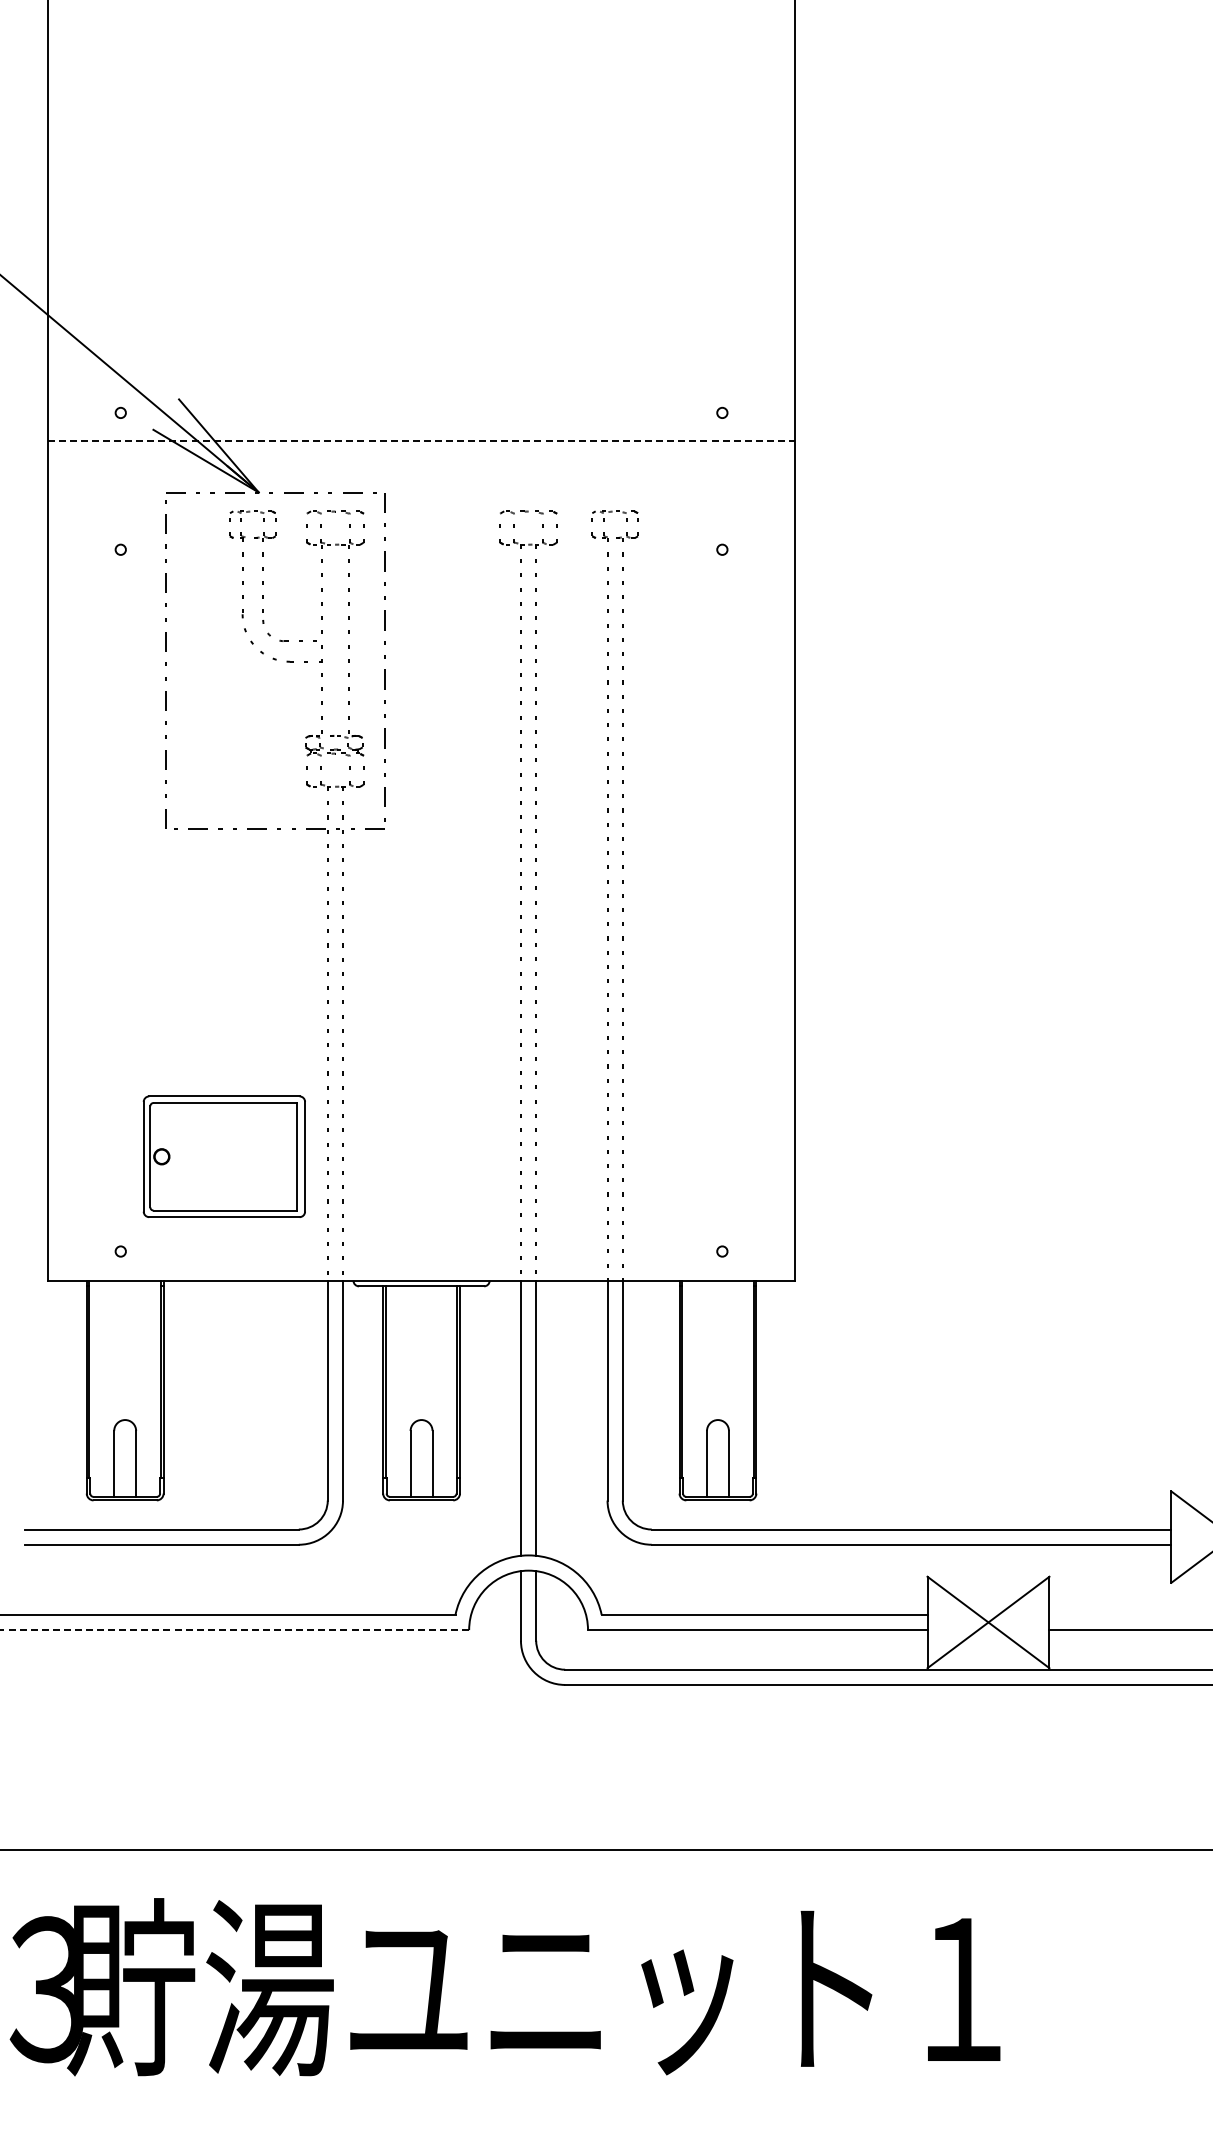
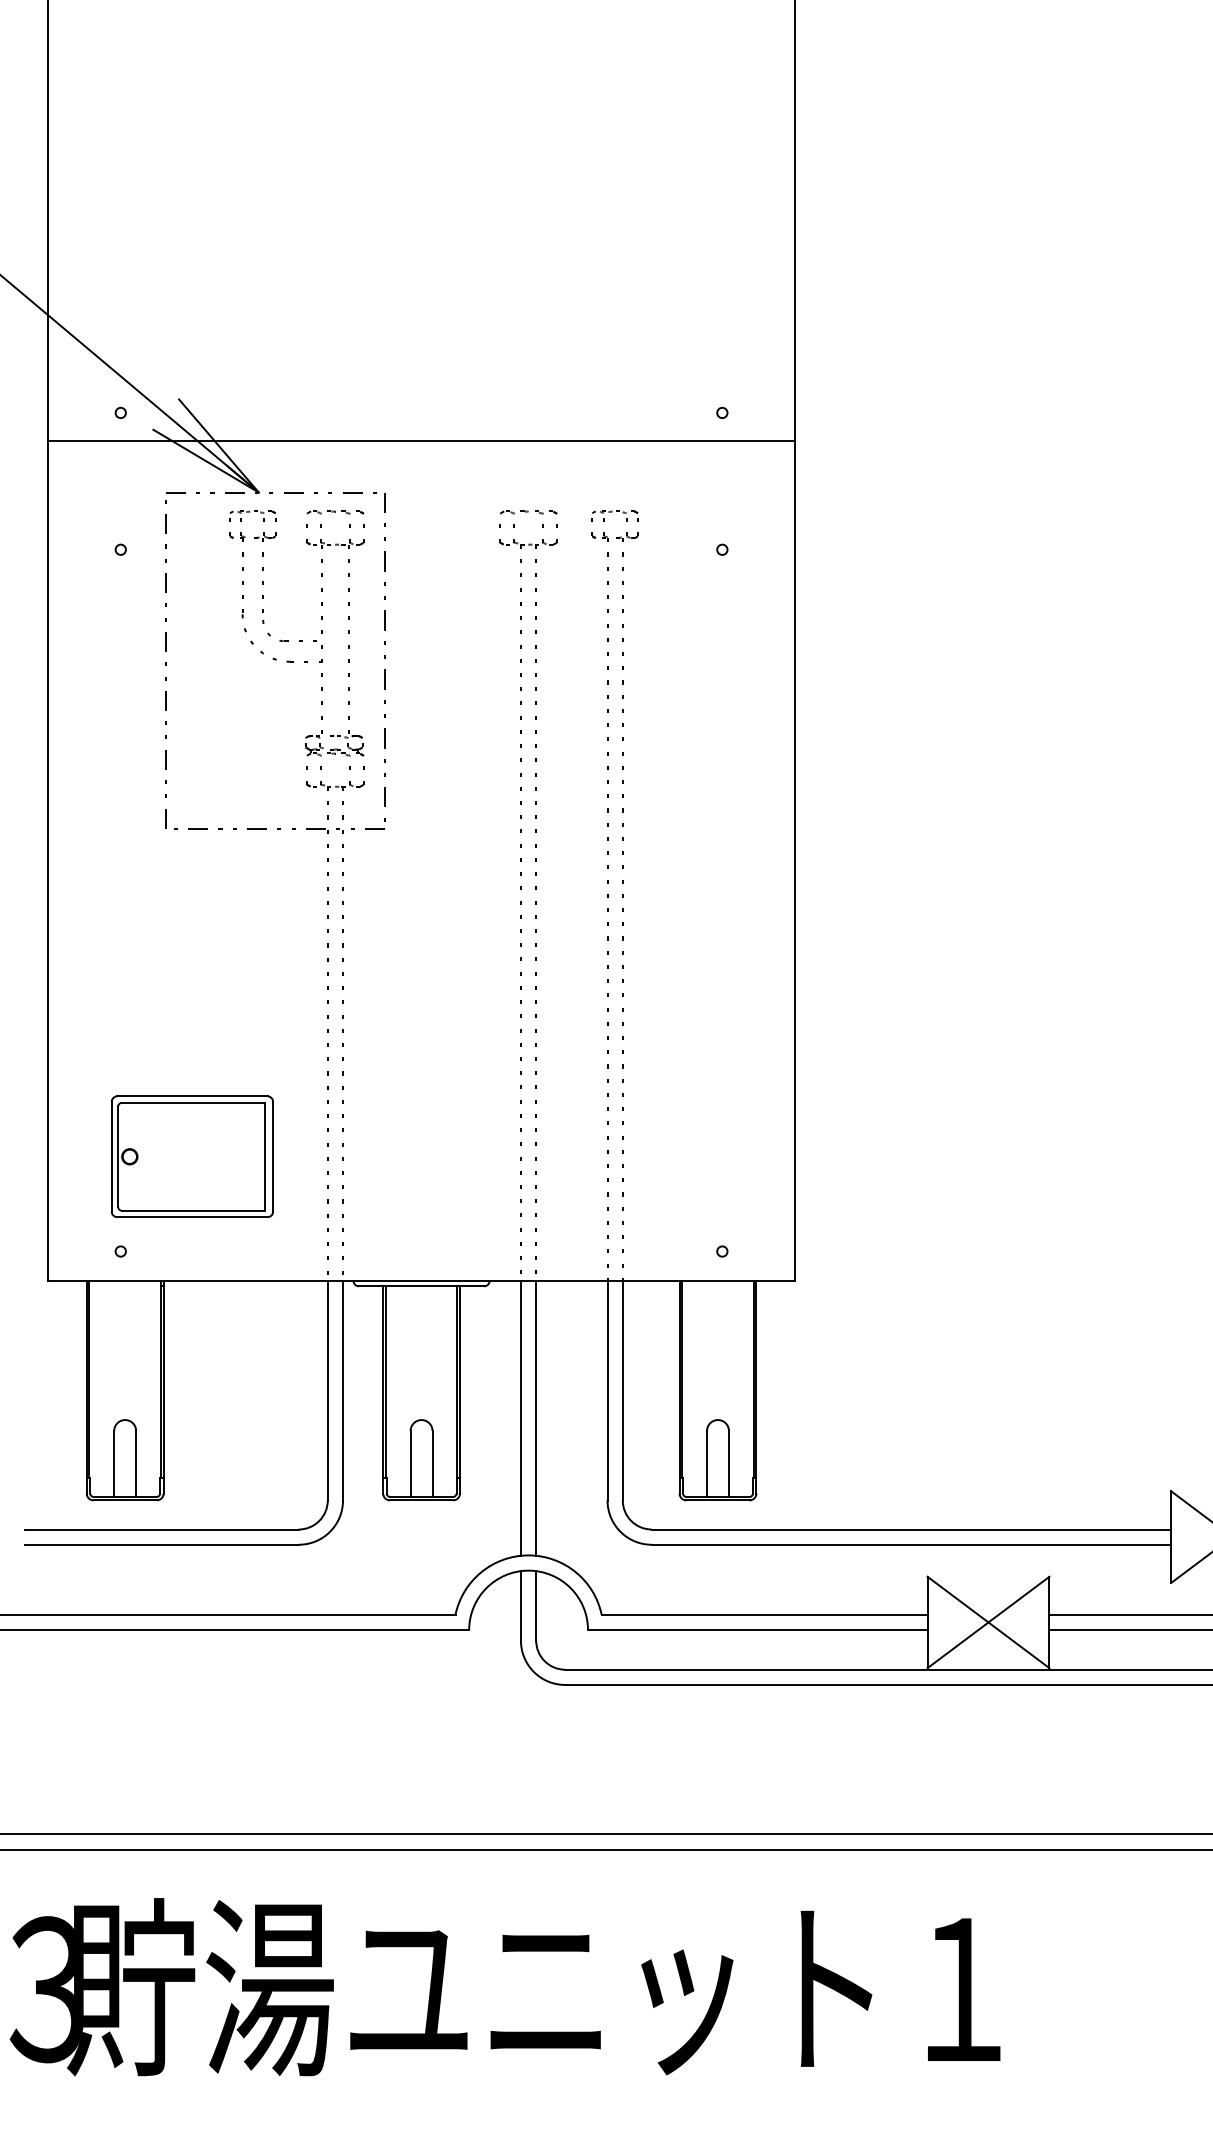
line at (421, 441): dashed -> solid
part at (223, 1156) position: (223, 1156) -> (191, 1156)
line at (1129, 1614): none -> present
line at (234, 1630): dashed -> solid
line at (605, 1834): none -> present
